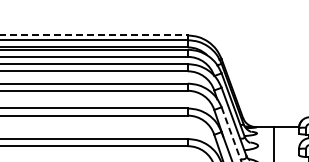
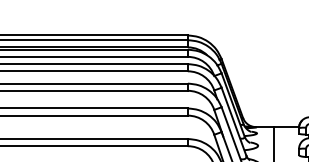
line at (94, 35): dashed -> solid
line at (231, 134): dashed -> solid
